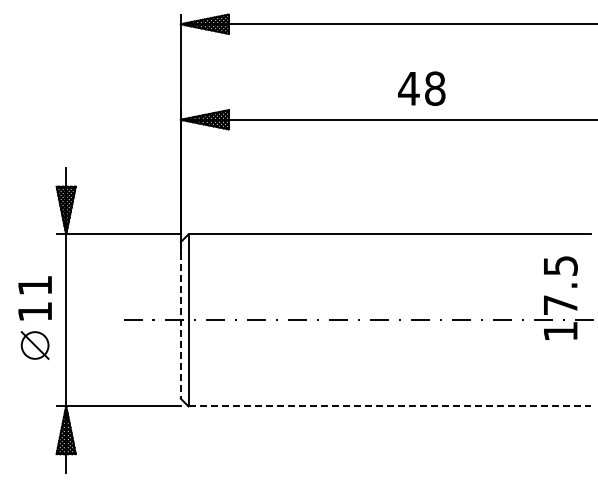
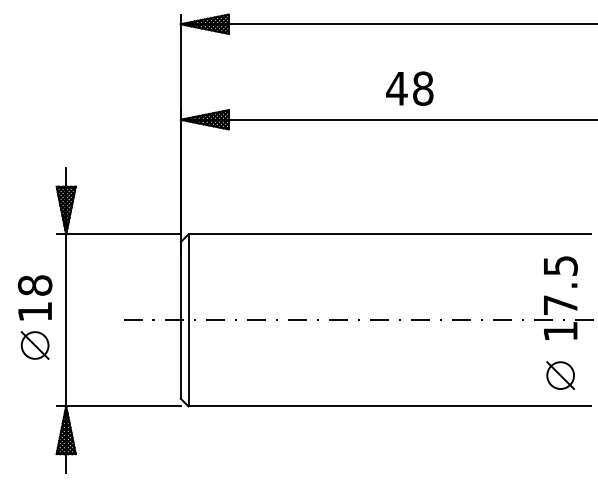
text at (421, 88) position: (421, 88) -> (409, 88)
text at (34, 285): 11 -> 18
line at (180, 320): dashed -> solid
part at (560, 375): none -> present
line at (390, 406): dashed -> solid
